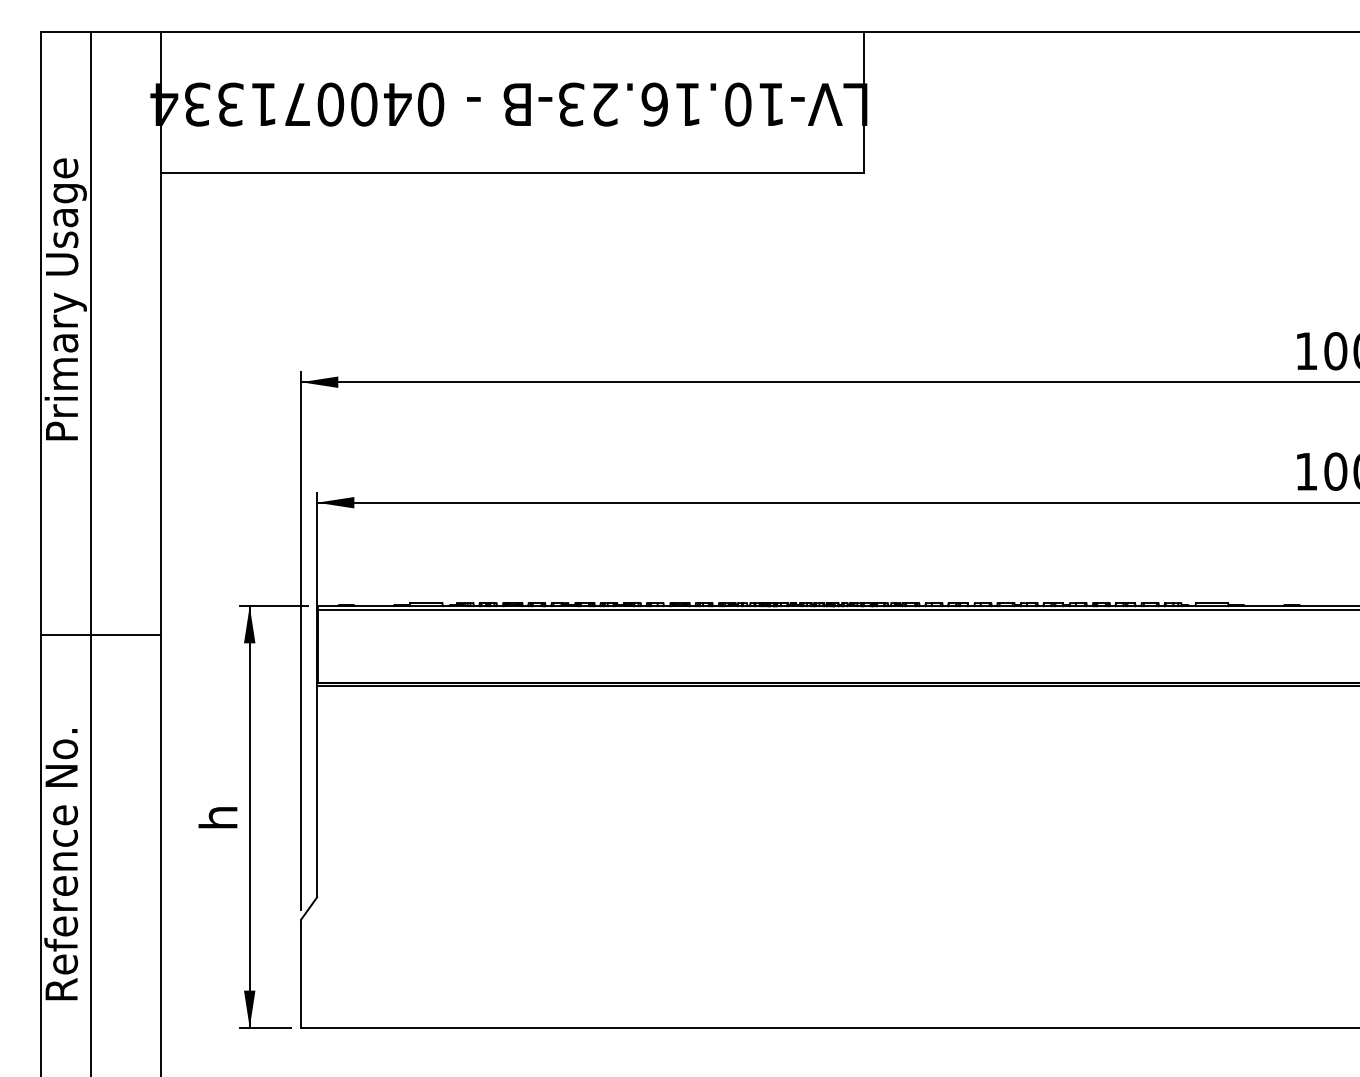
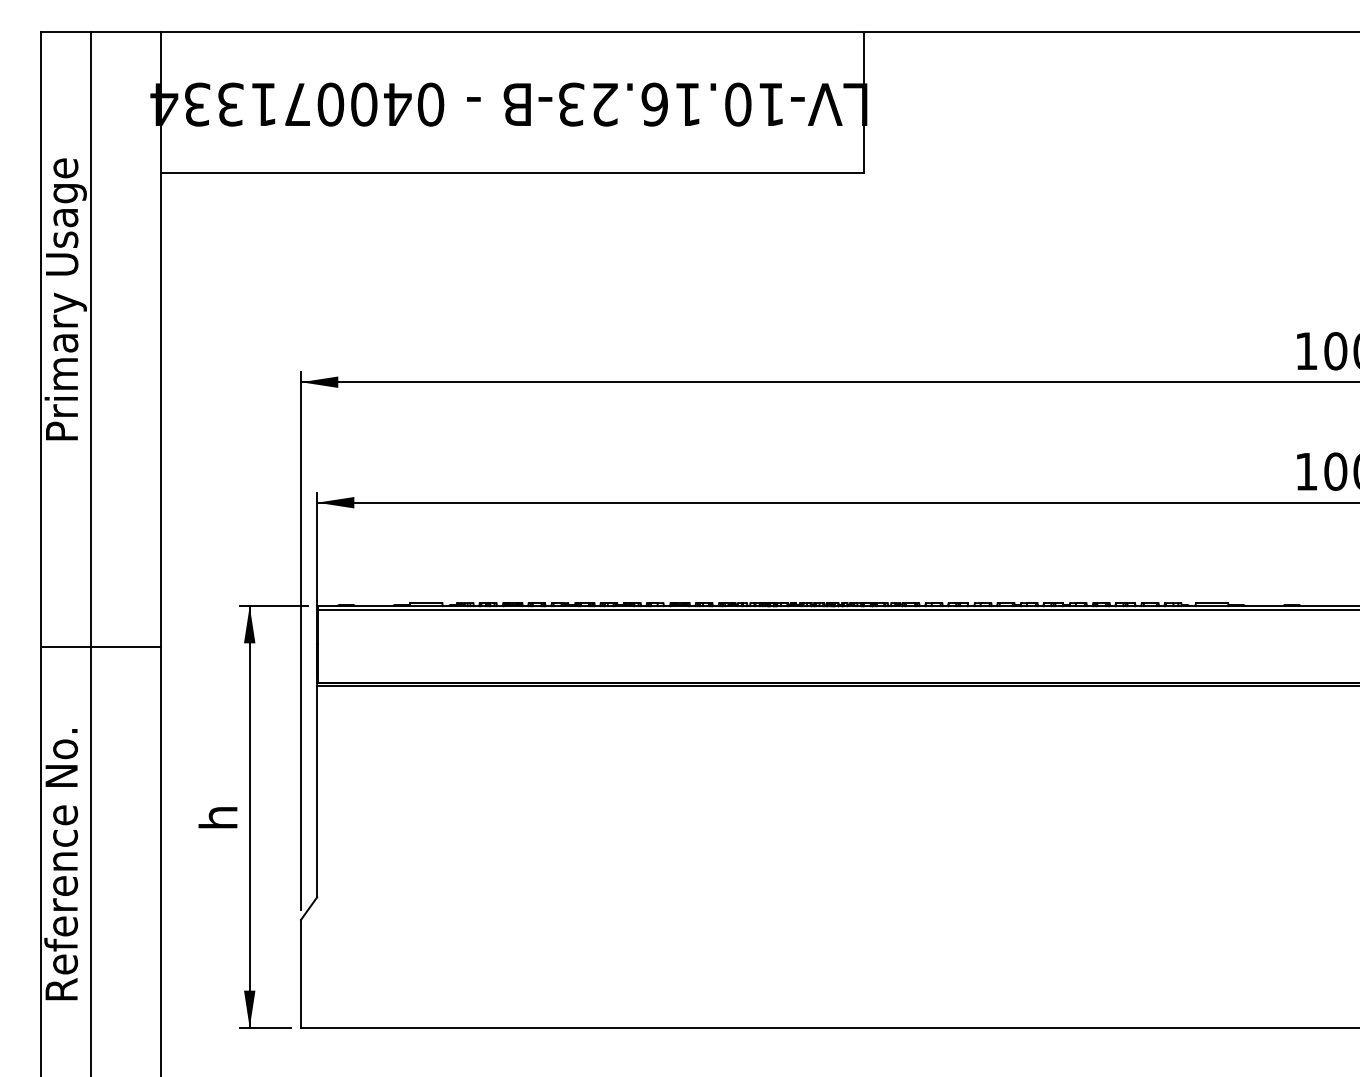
line at (100, 634) position: (100, 634) -> (100, 646)
